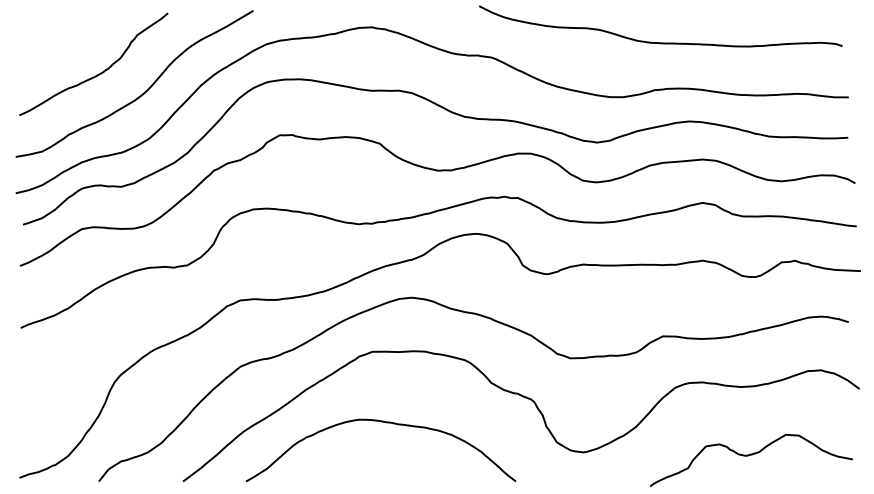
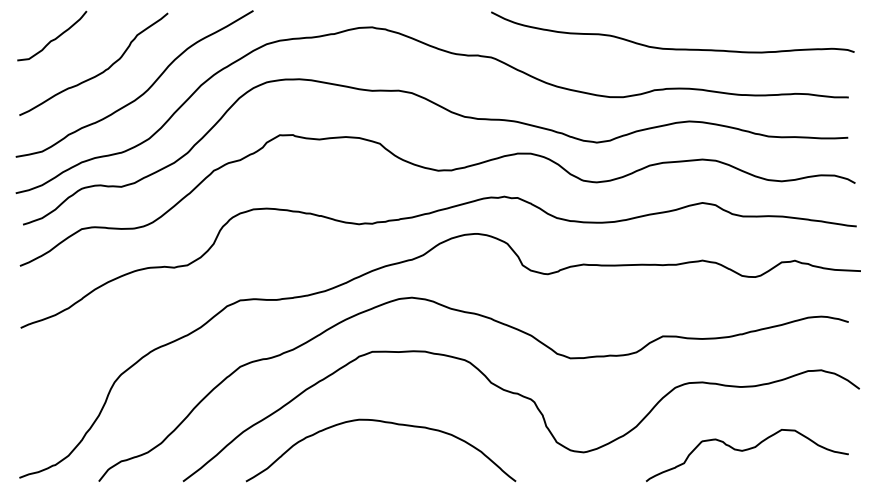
curve at (55, 37): none -> present
curve at (660, 42) position: (660, 42) -> (672, 48)
curve at (748, 456) position: (748, 456) -> (744, 451)
